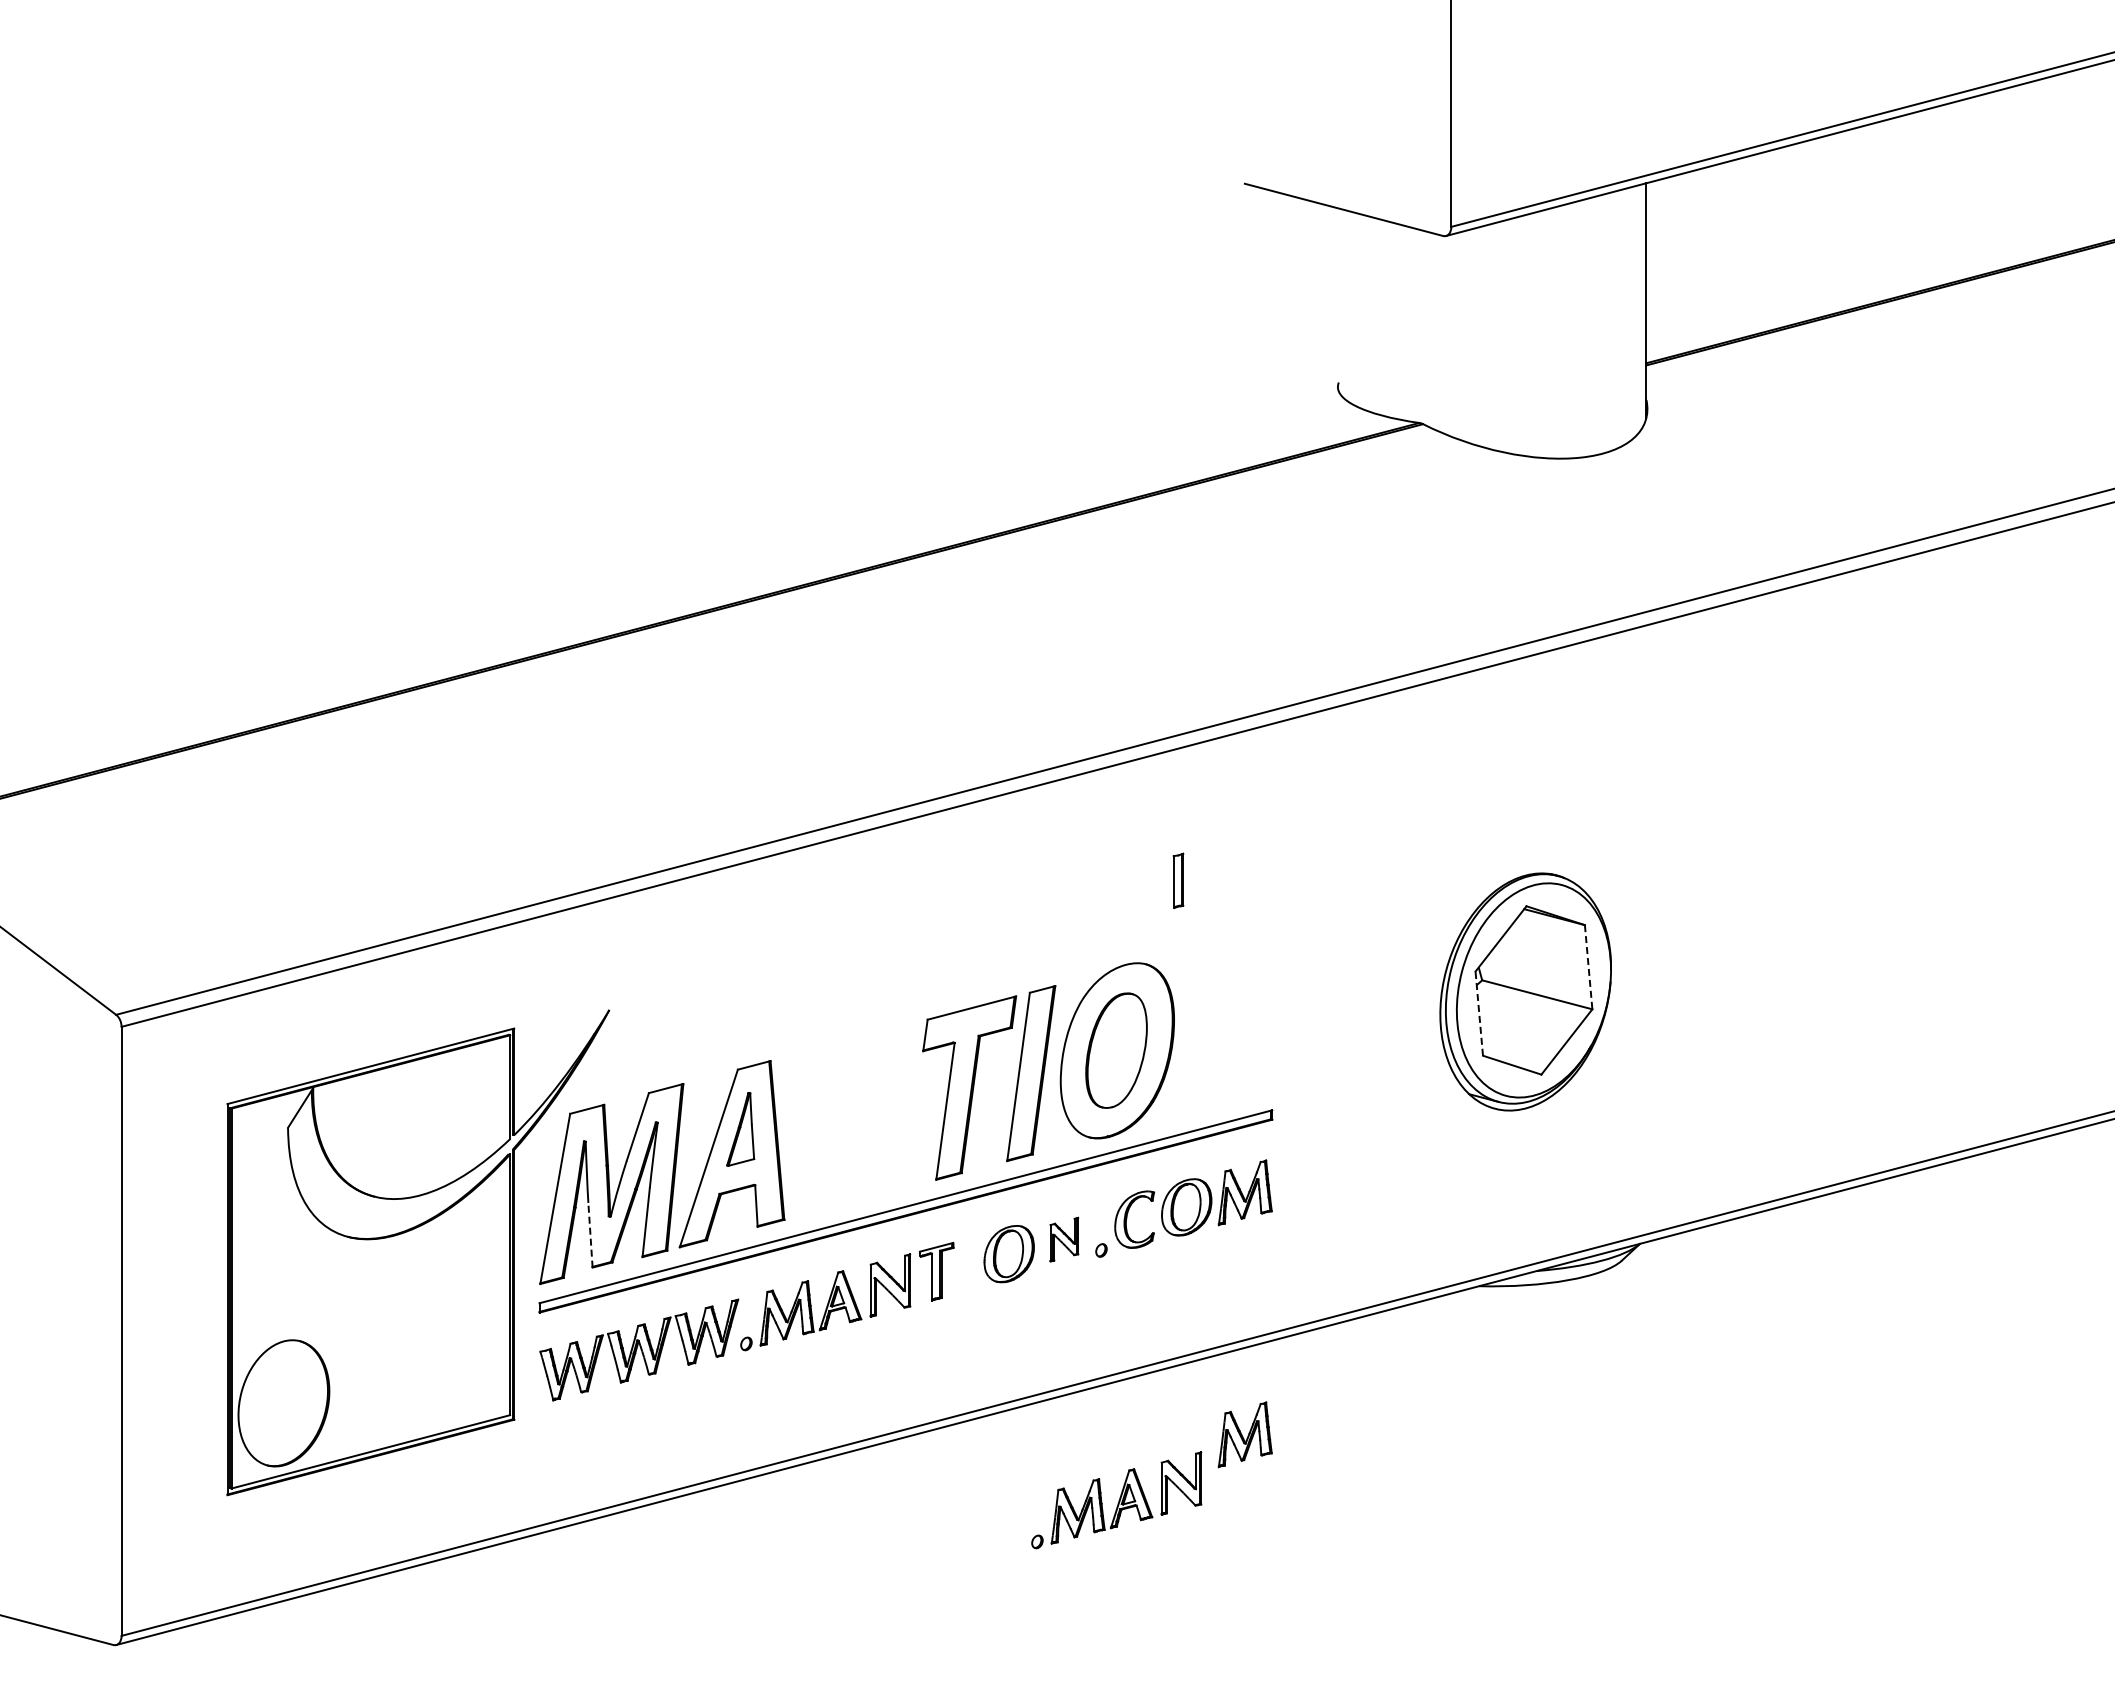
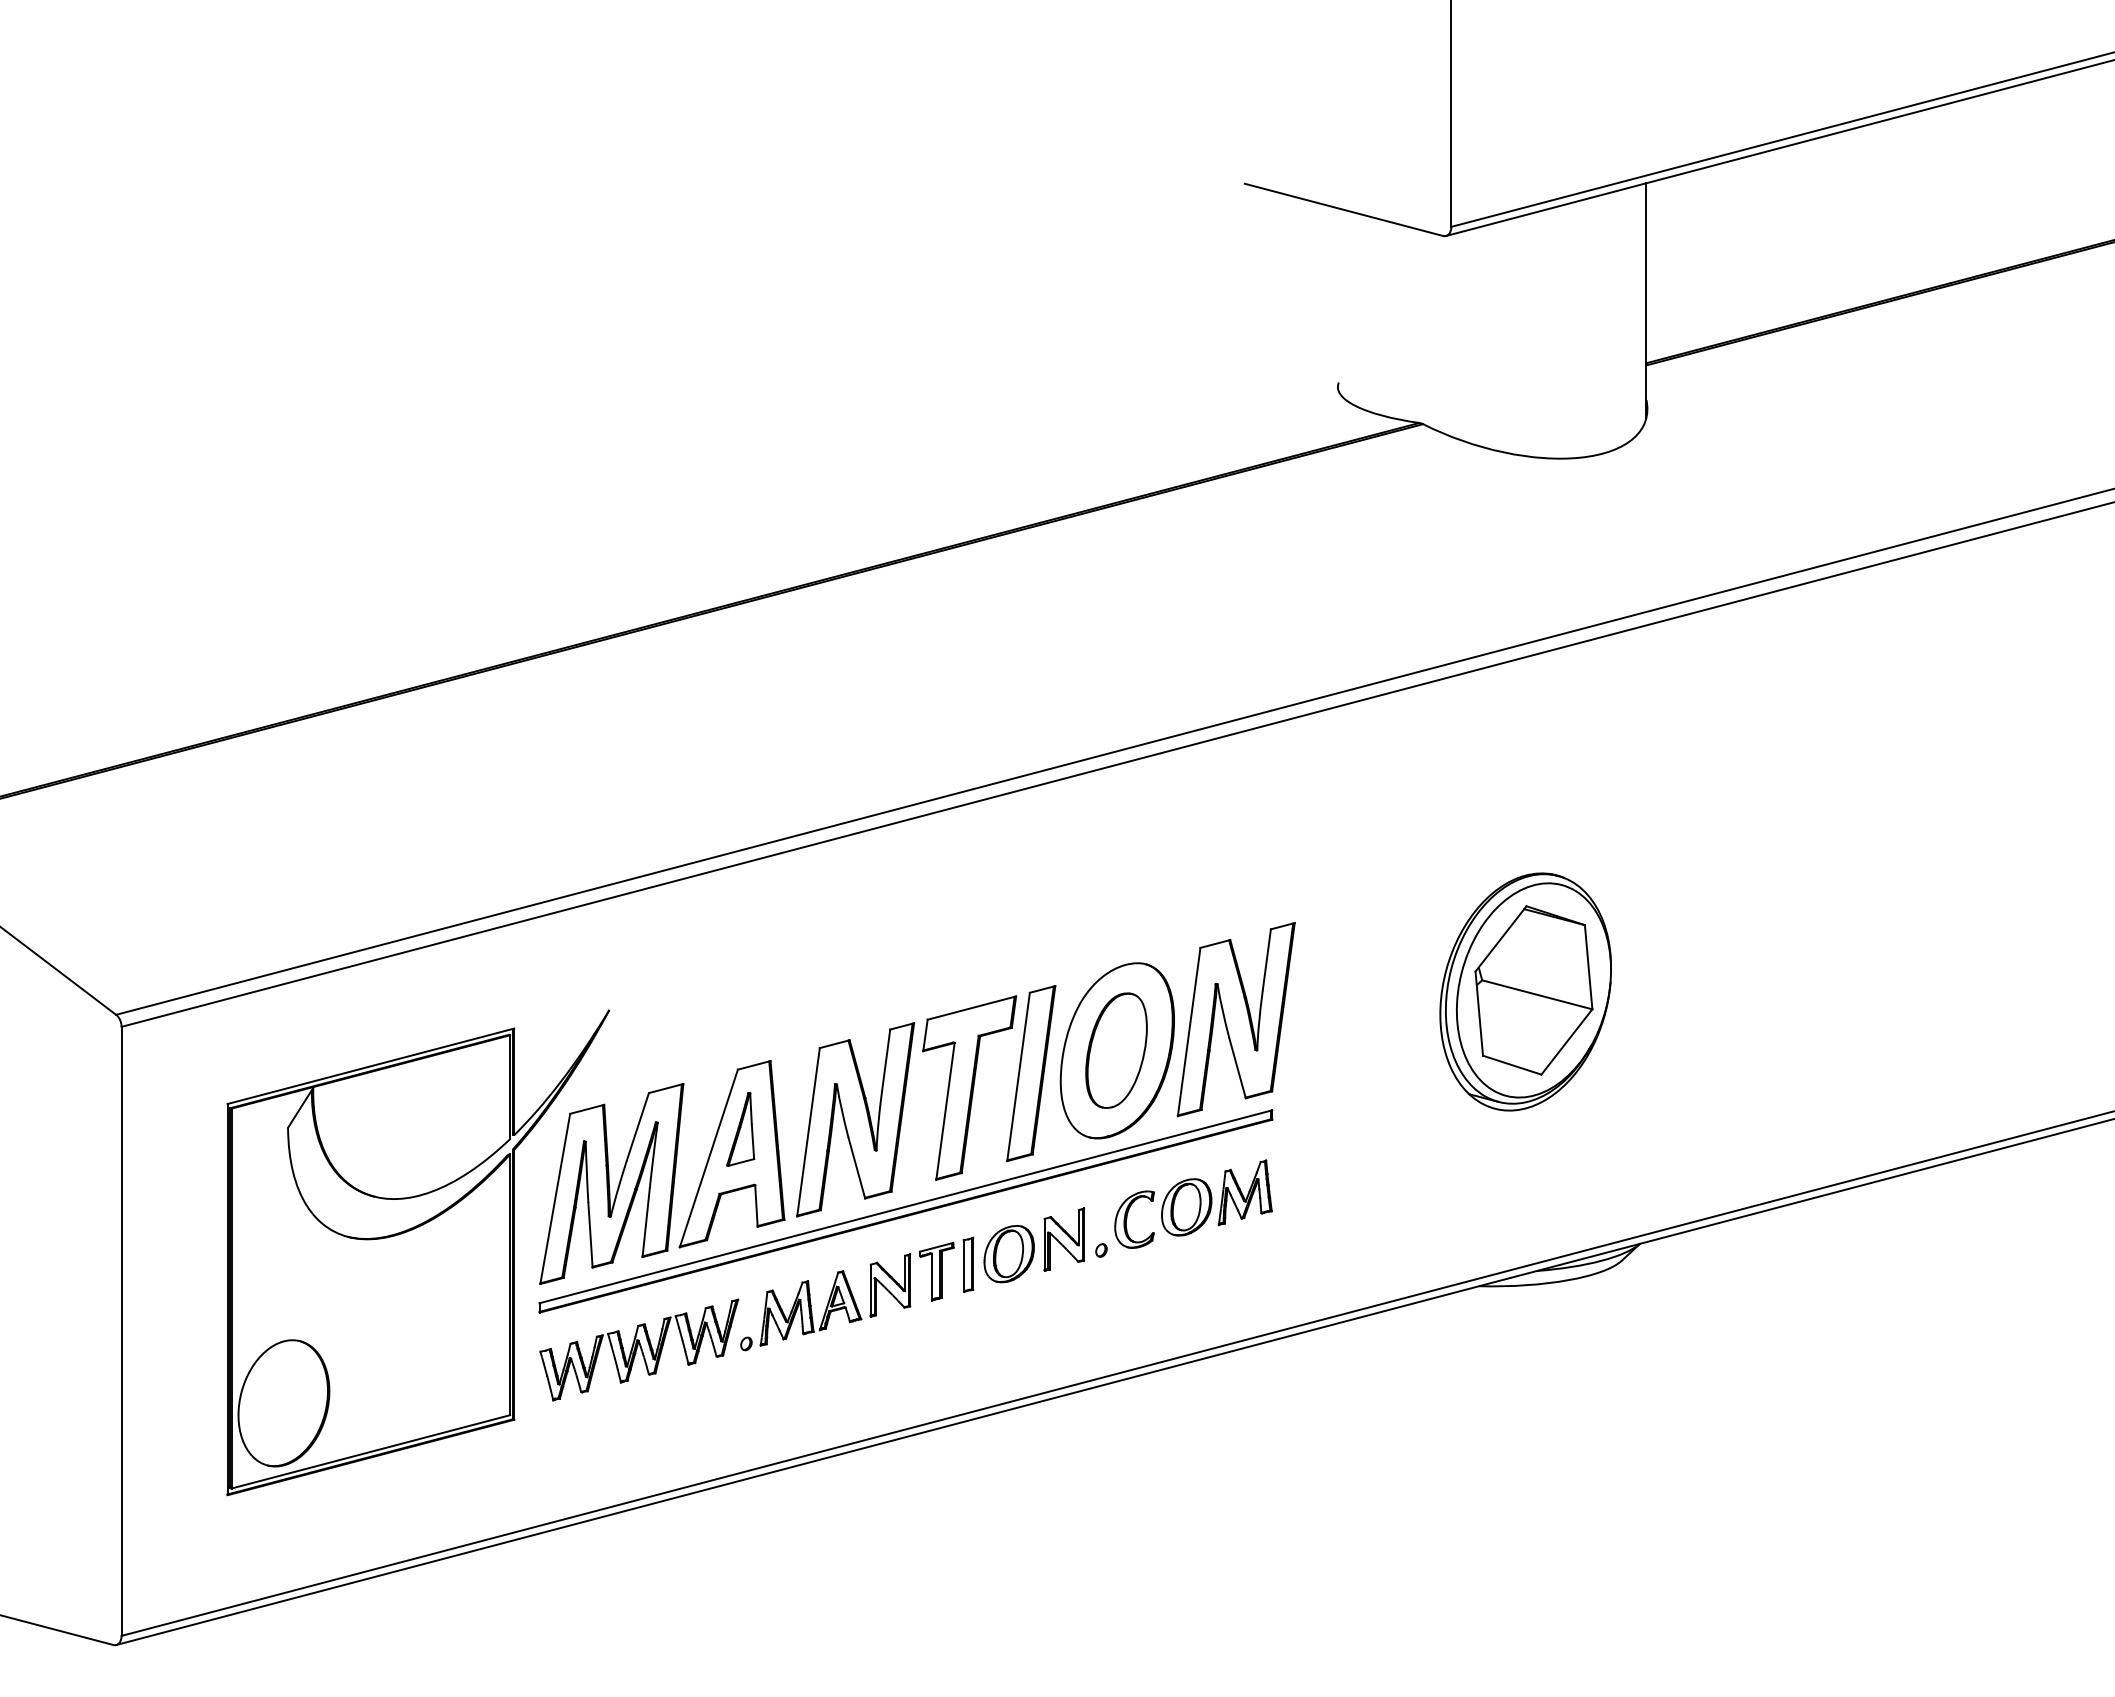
part at (1178, 880) position: (1178, 880) -> (968, 1264)
line at (1588, 967): dashed -> solid
line at (1479, 1013): dashed -> solid
part at (1235, 1019): none -> present
part at (855, 1119): none -> present
line at (590, 1234): dashed -> solid
part at (1064, 1239) size: 31x47 px -> 43x65 px
part at (1244, 1434): present -> none
part at (1116, 1500): present -> none
